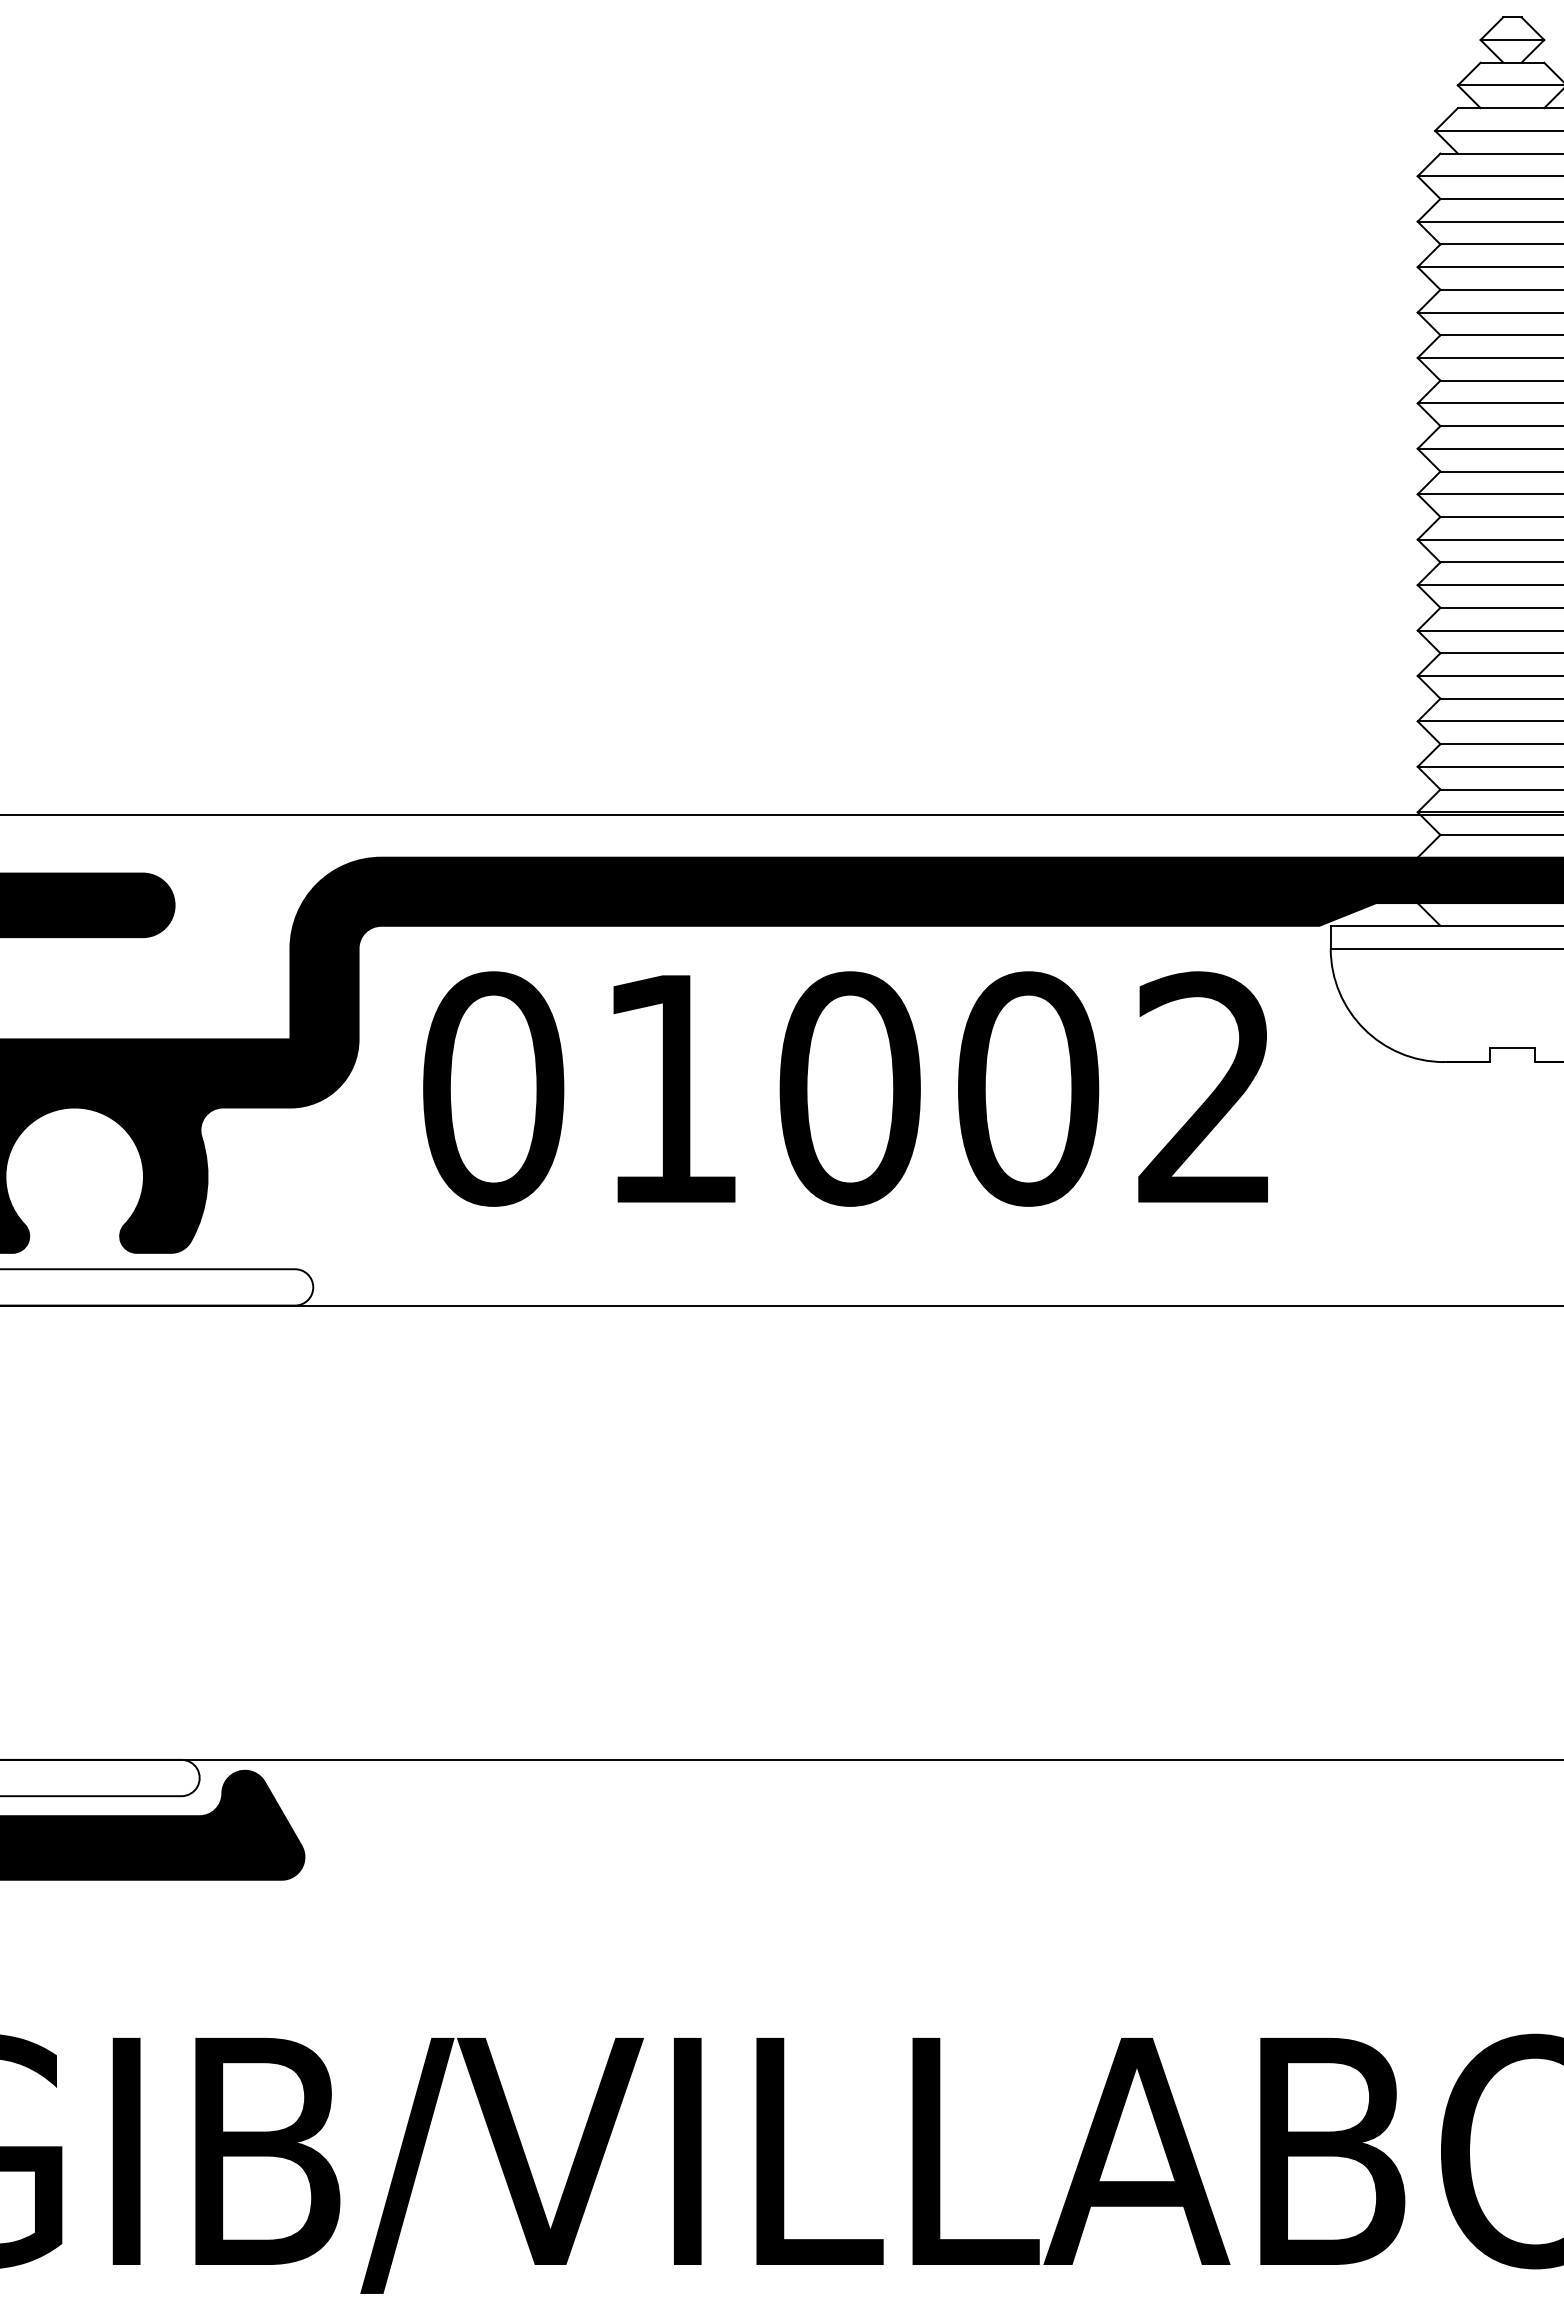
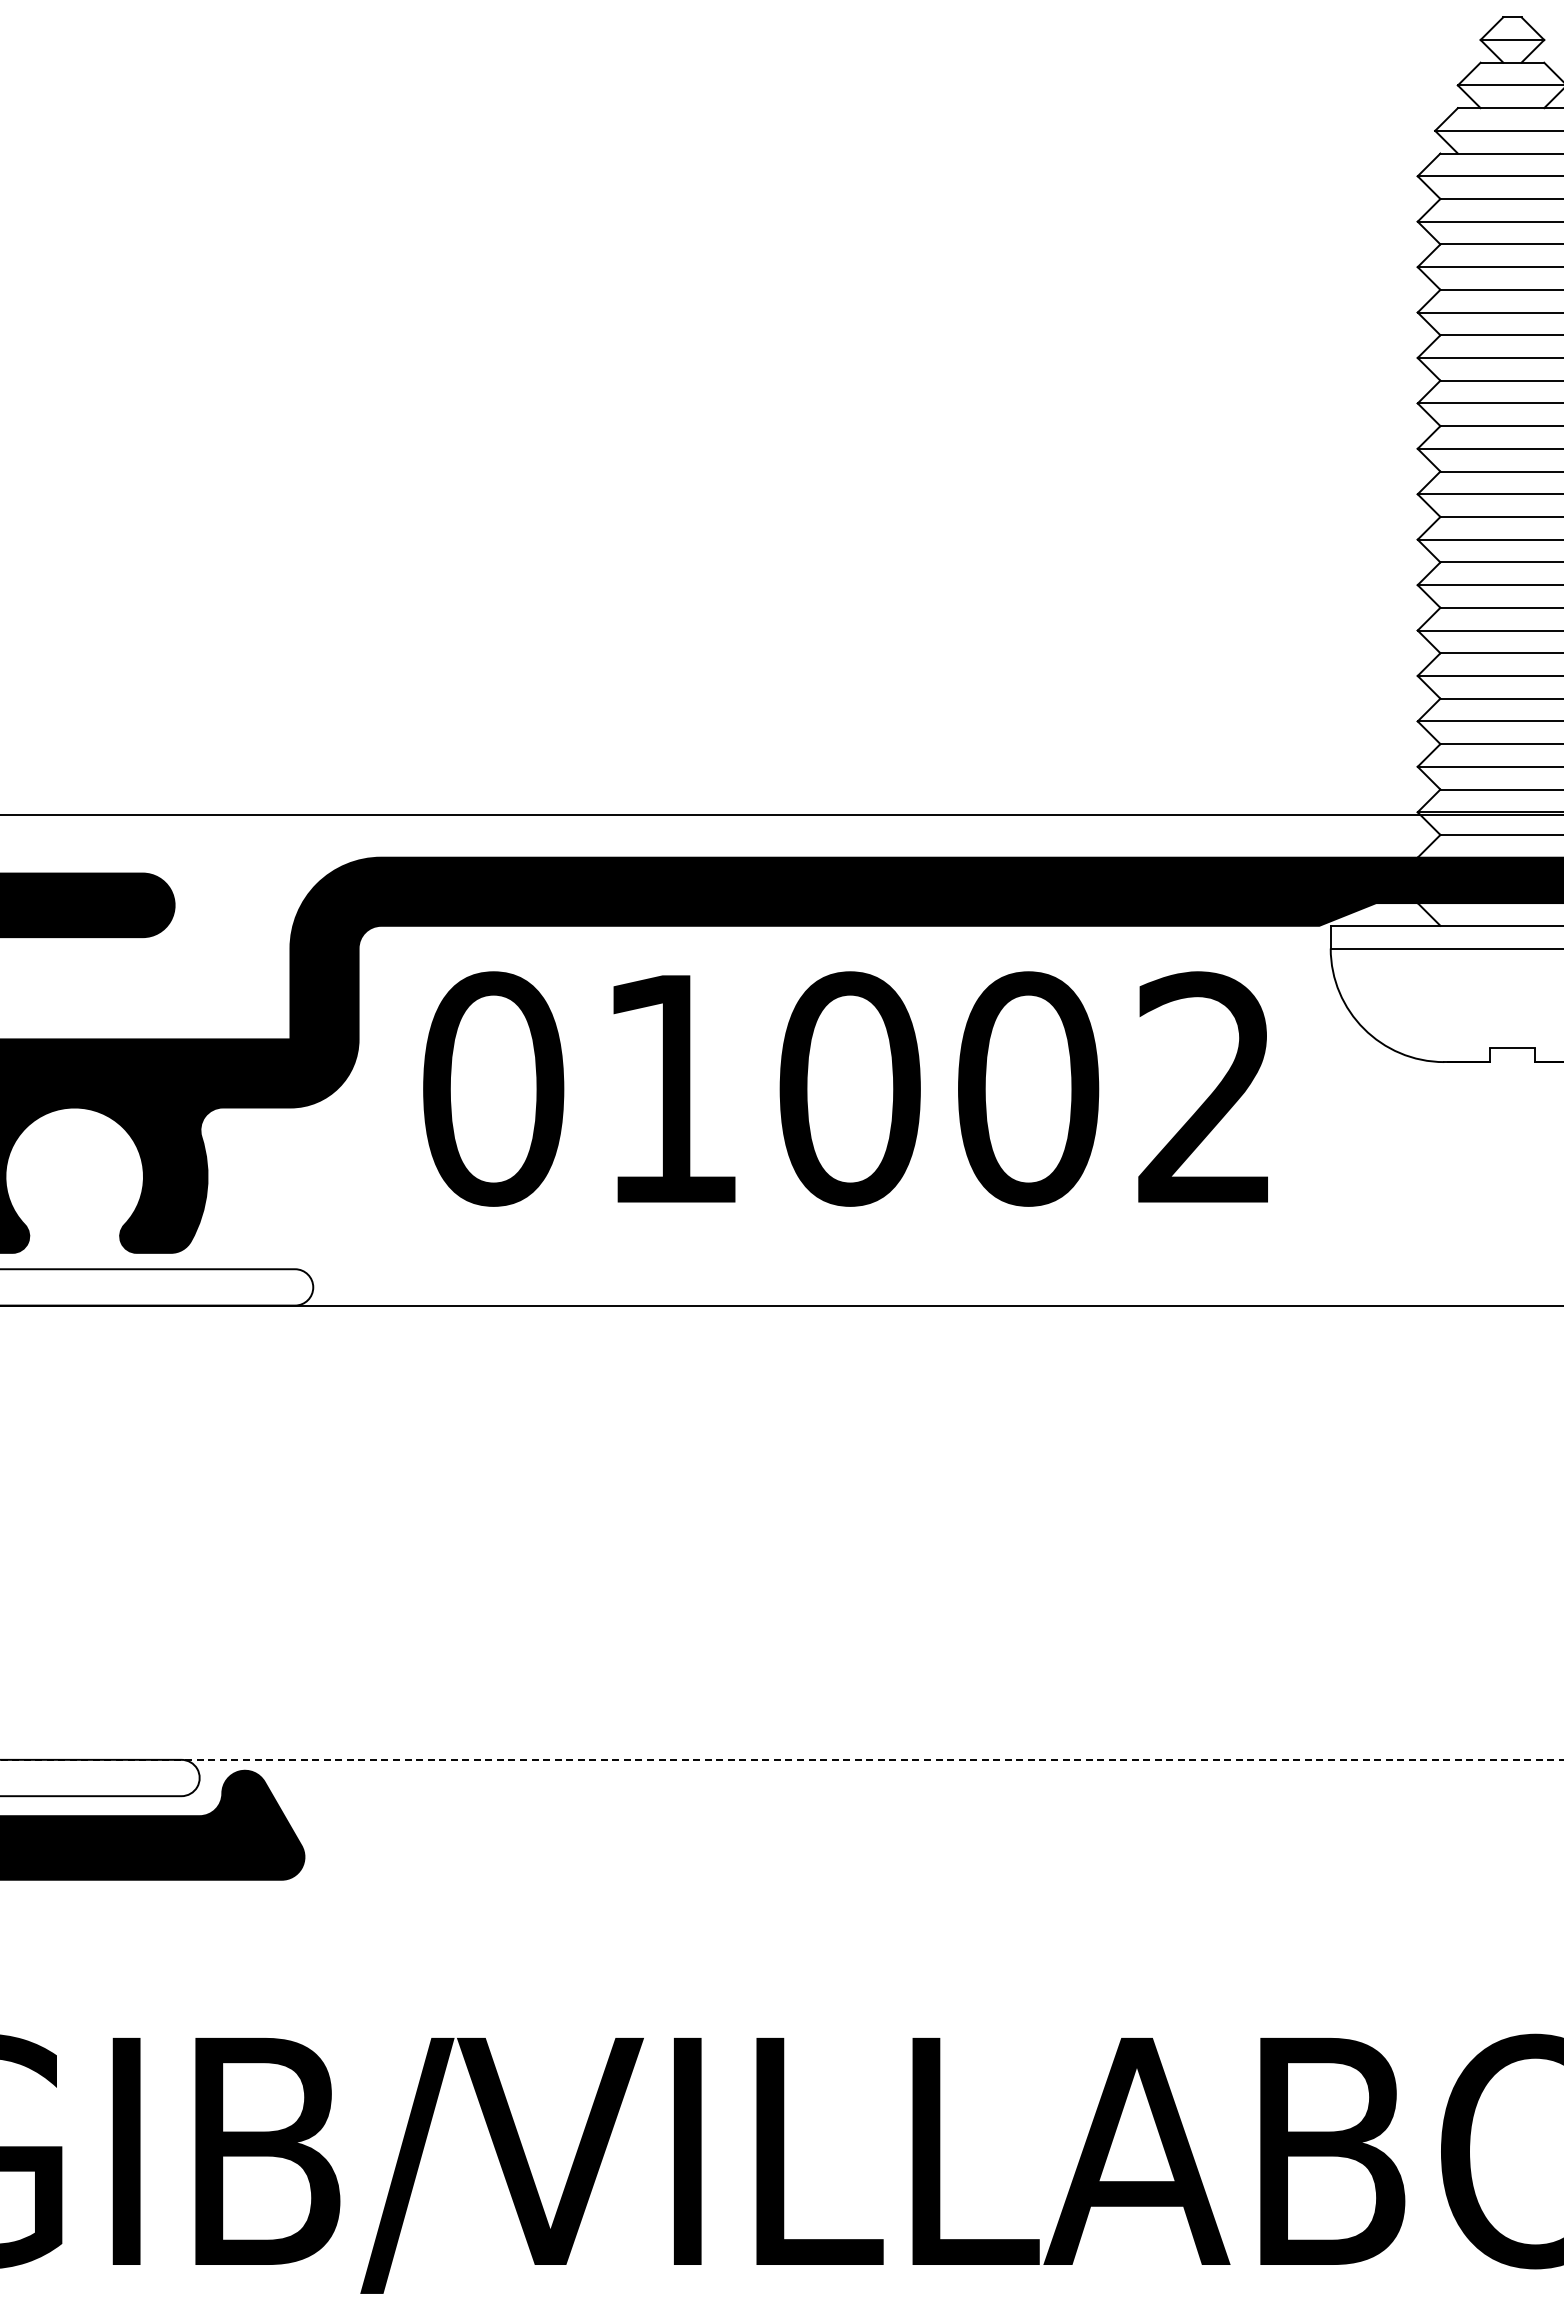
line at (782, 1759): solid -> dashed
